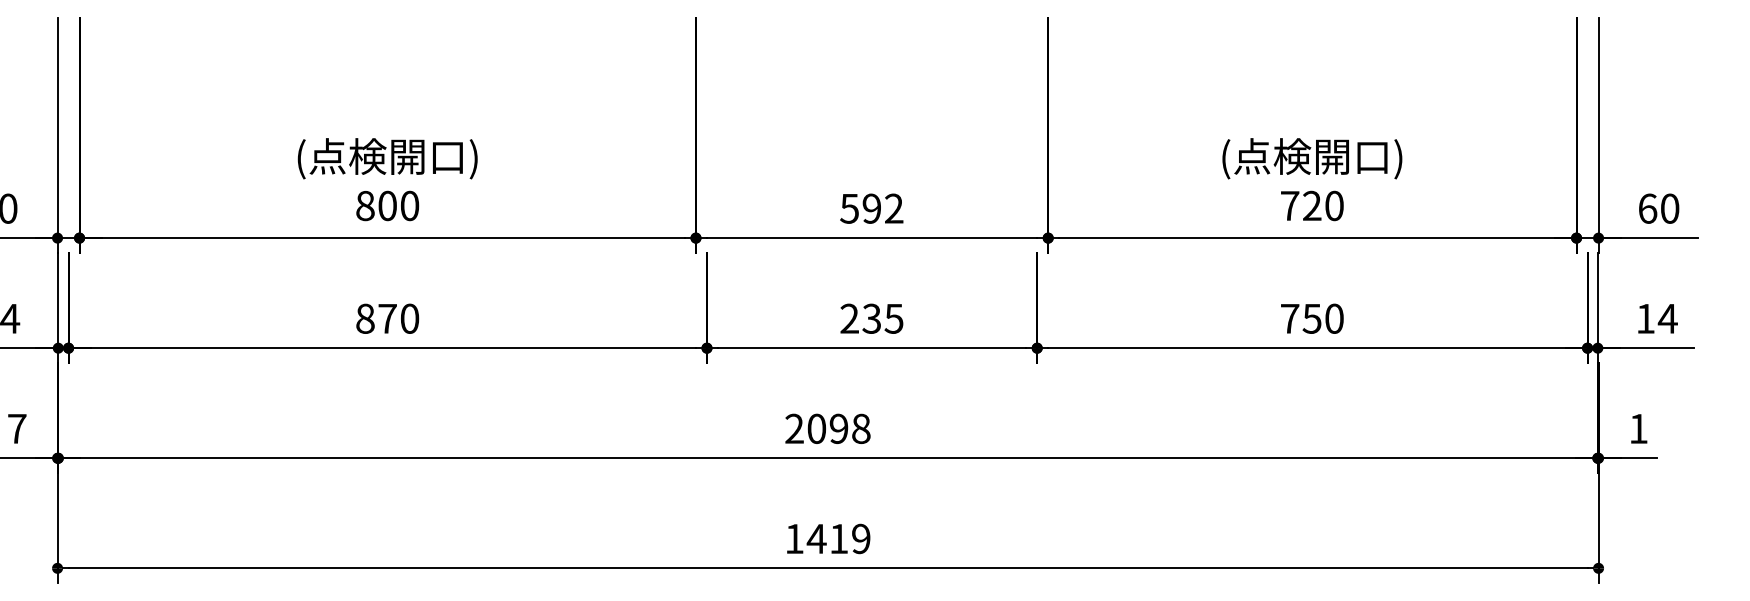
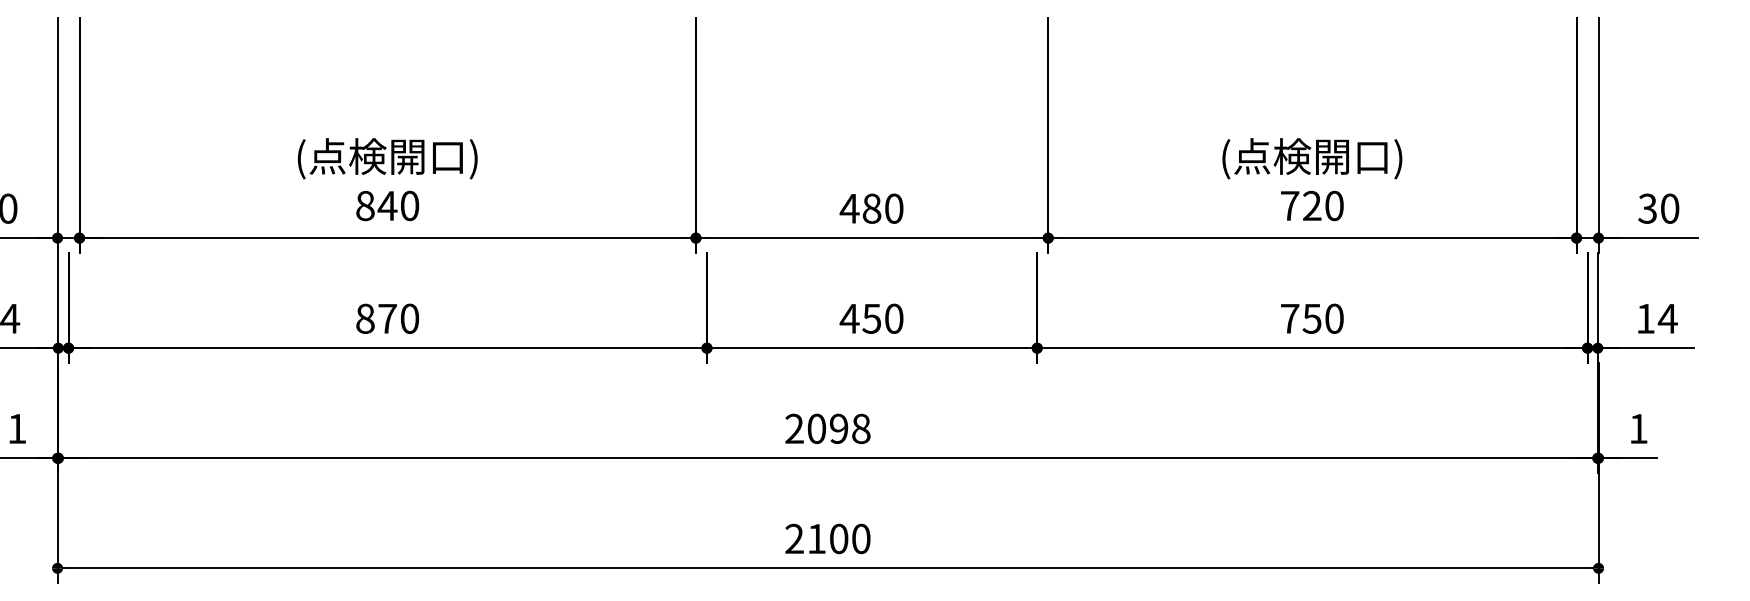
text at (387, 205): 800 -> 840
text at (871, 208): 592 -> 480
text at (1647, 208): 60 -> 30
text at (871, 318): 235 -> 450
text at (17, 428): 7 -> 1
text at (827, 538): 1419 -> 2100
